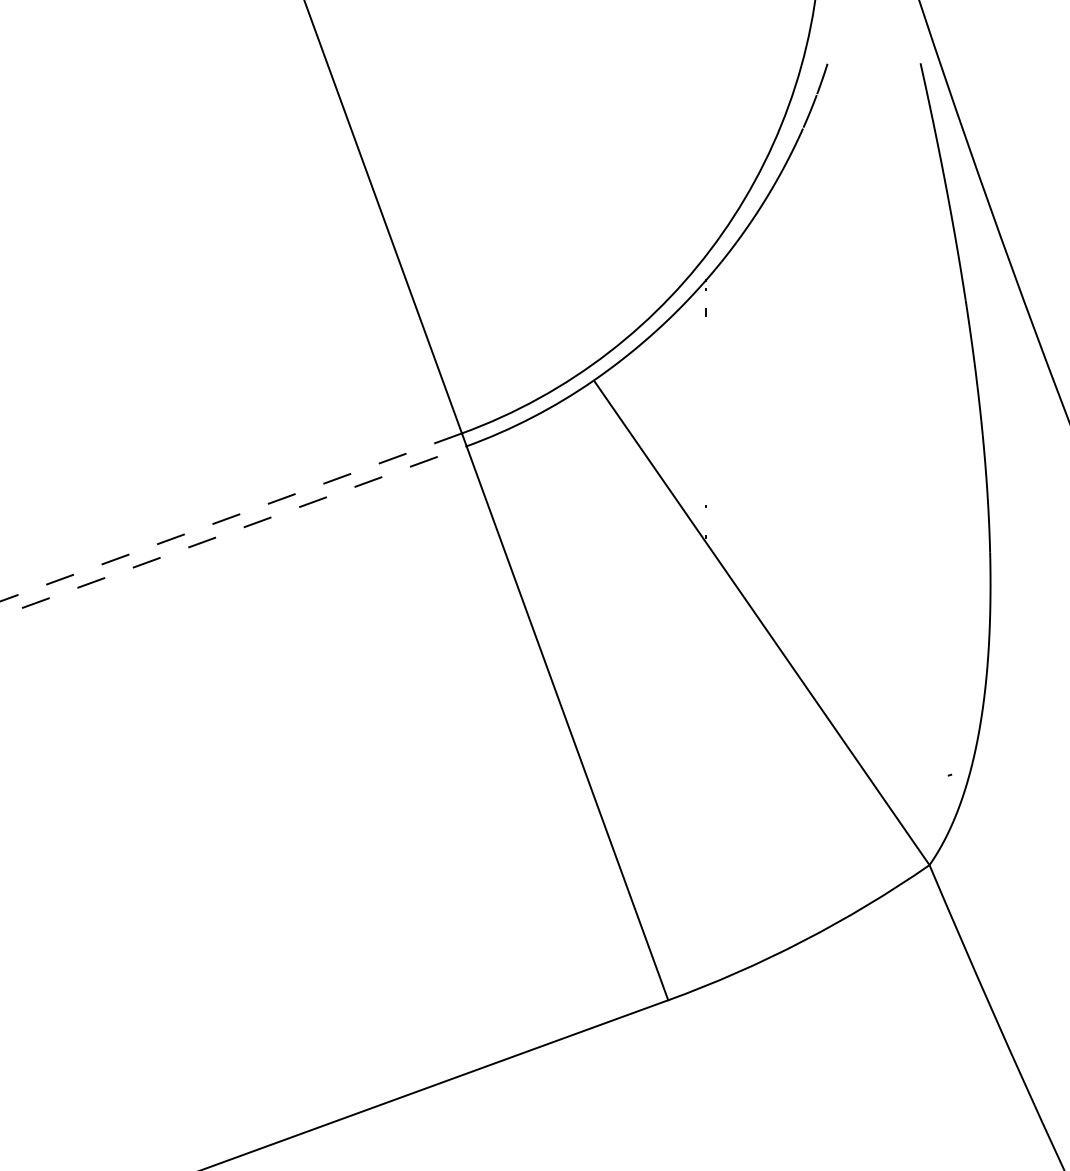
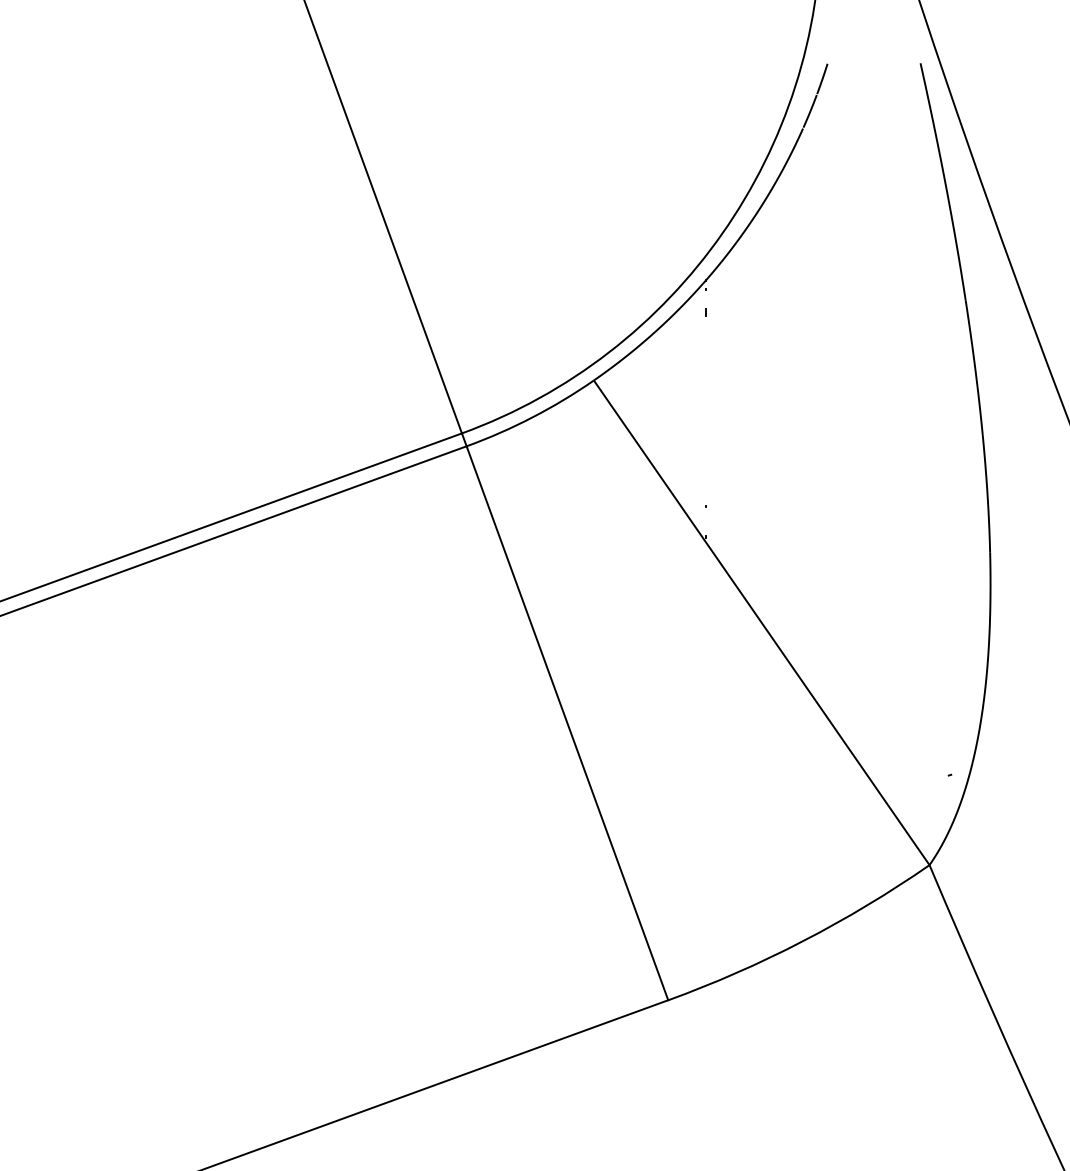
line at (231, 517): dashed -> solid
line at (233, 531): dashed -> solid
